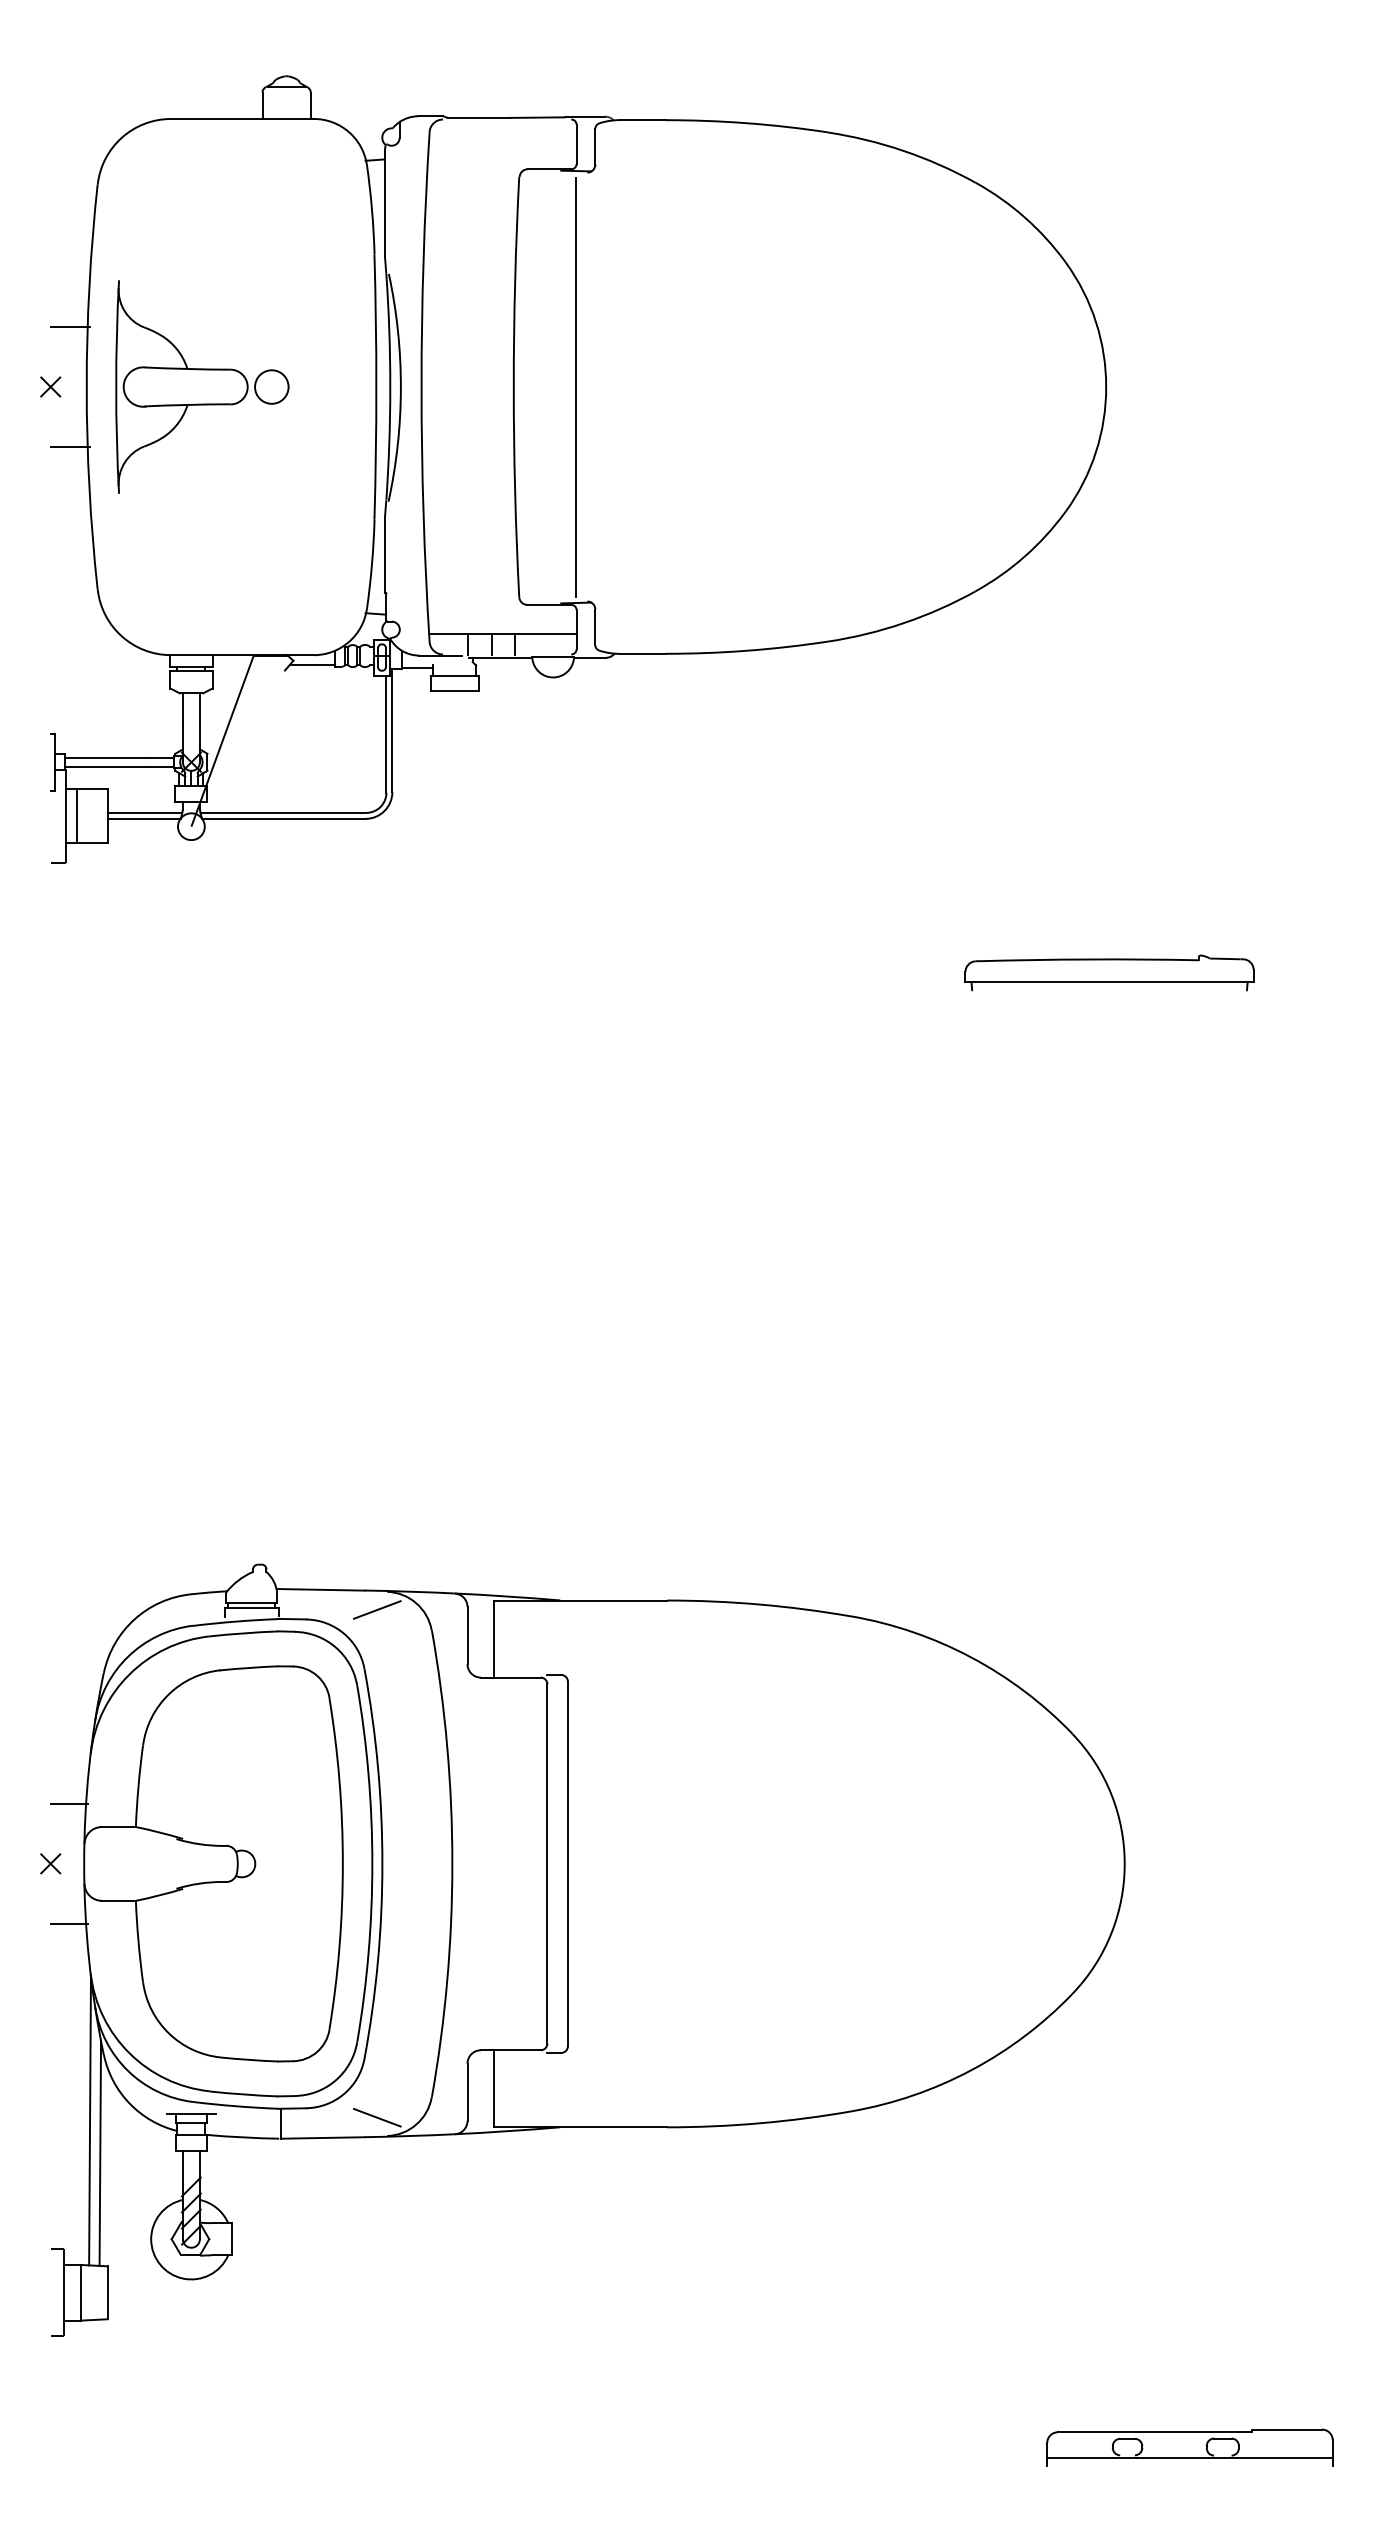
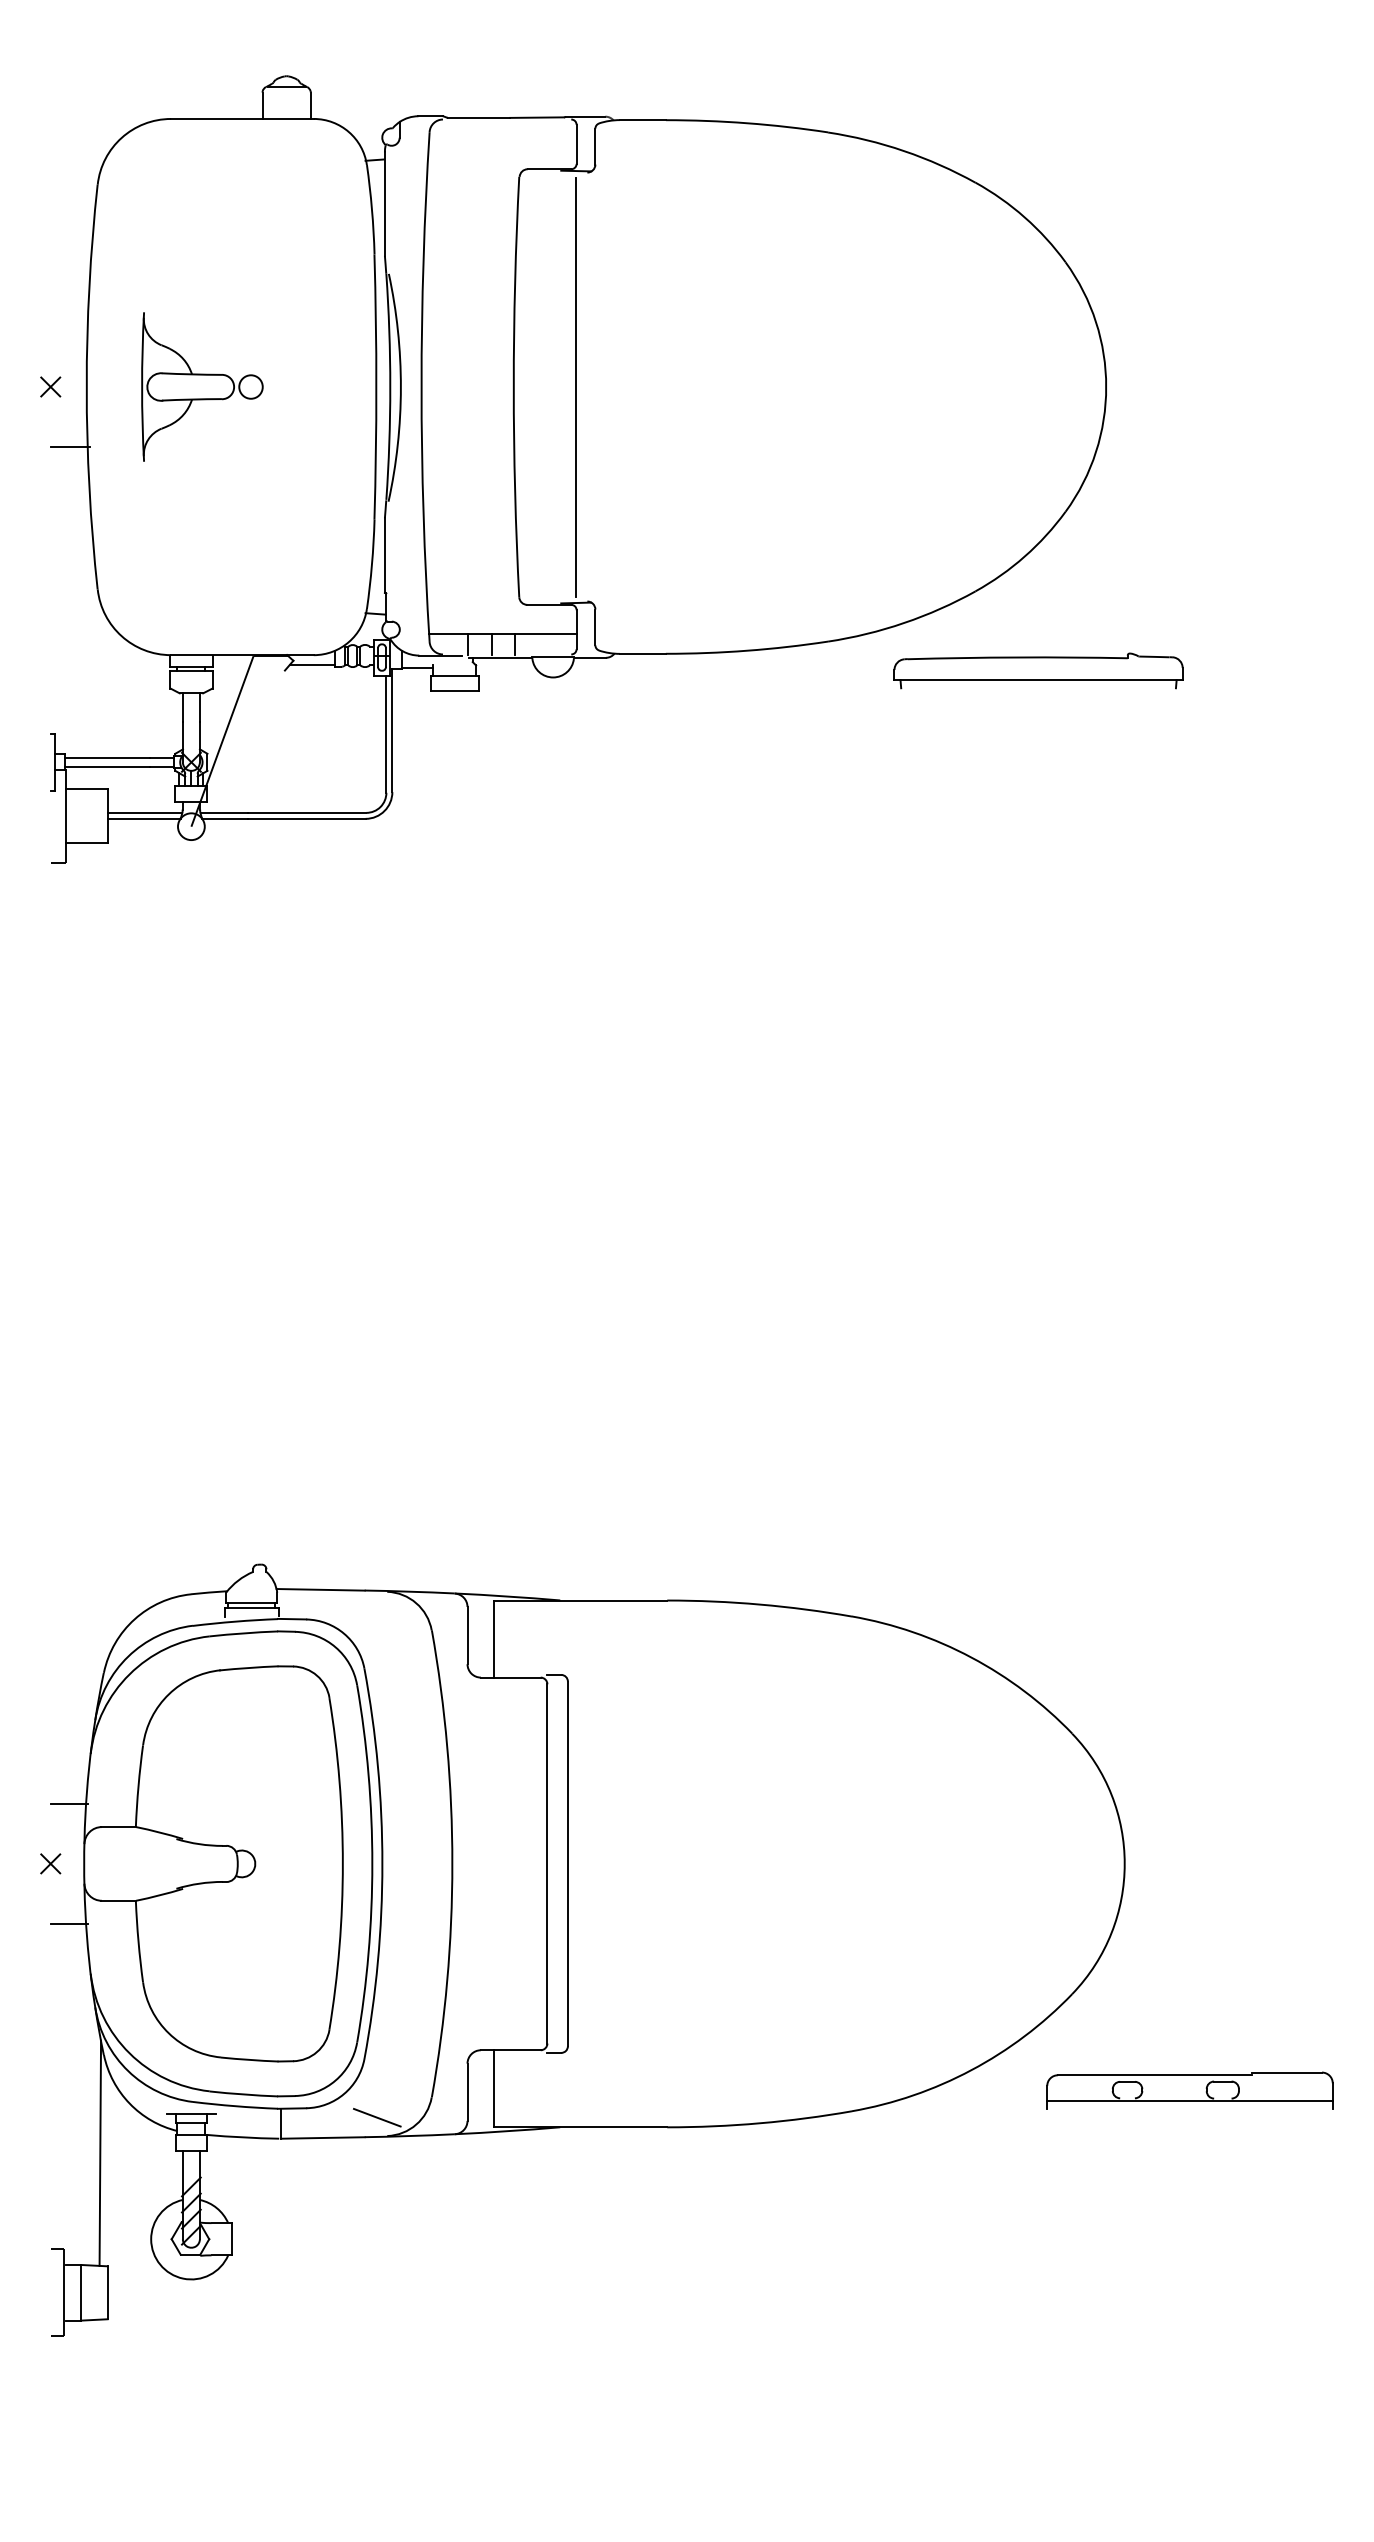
line at (69, 327): present -> none
part at (202, 386) size: 175x214 px -> 123x150 px
line at (77, 815): present -> none
part at (1109, 972) position: (1109, 972) -> (1038, 670)
line at (376, 1609): present -> none
line at (90, 2120): present -> none
part at (1189, 2447) position: (1189, 2447) -> (1189, 2090)
